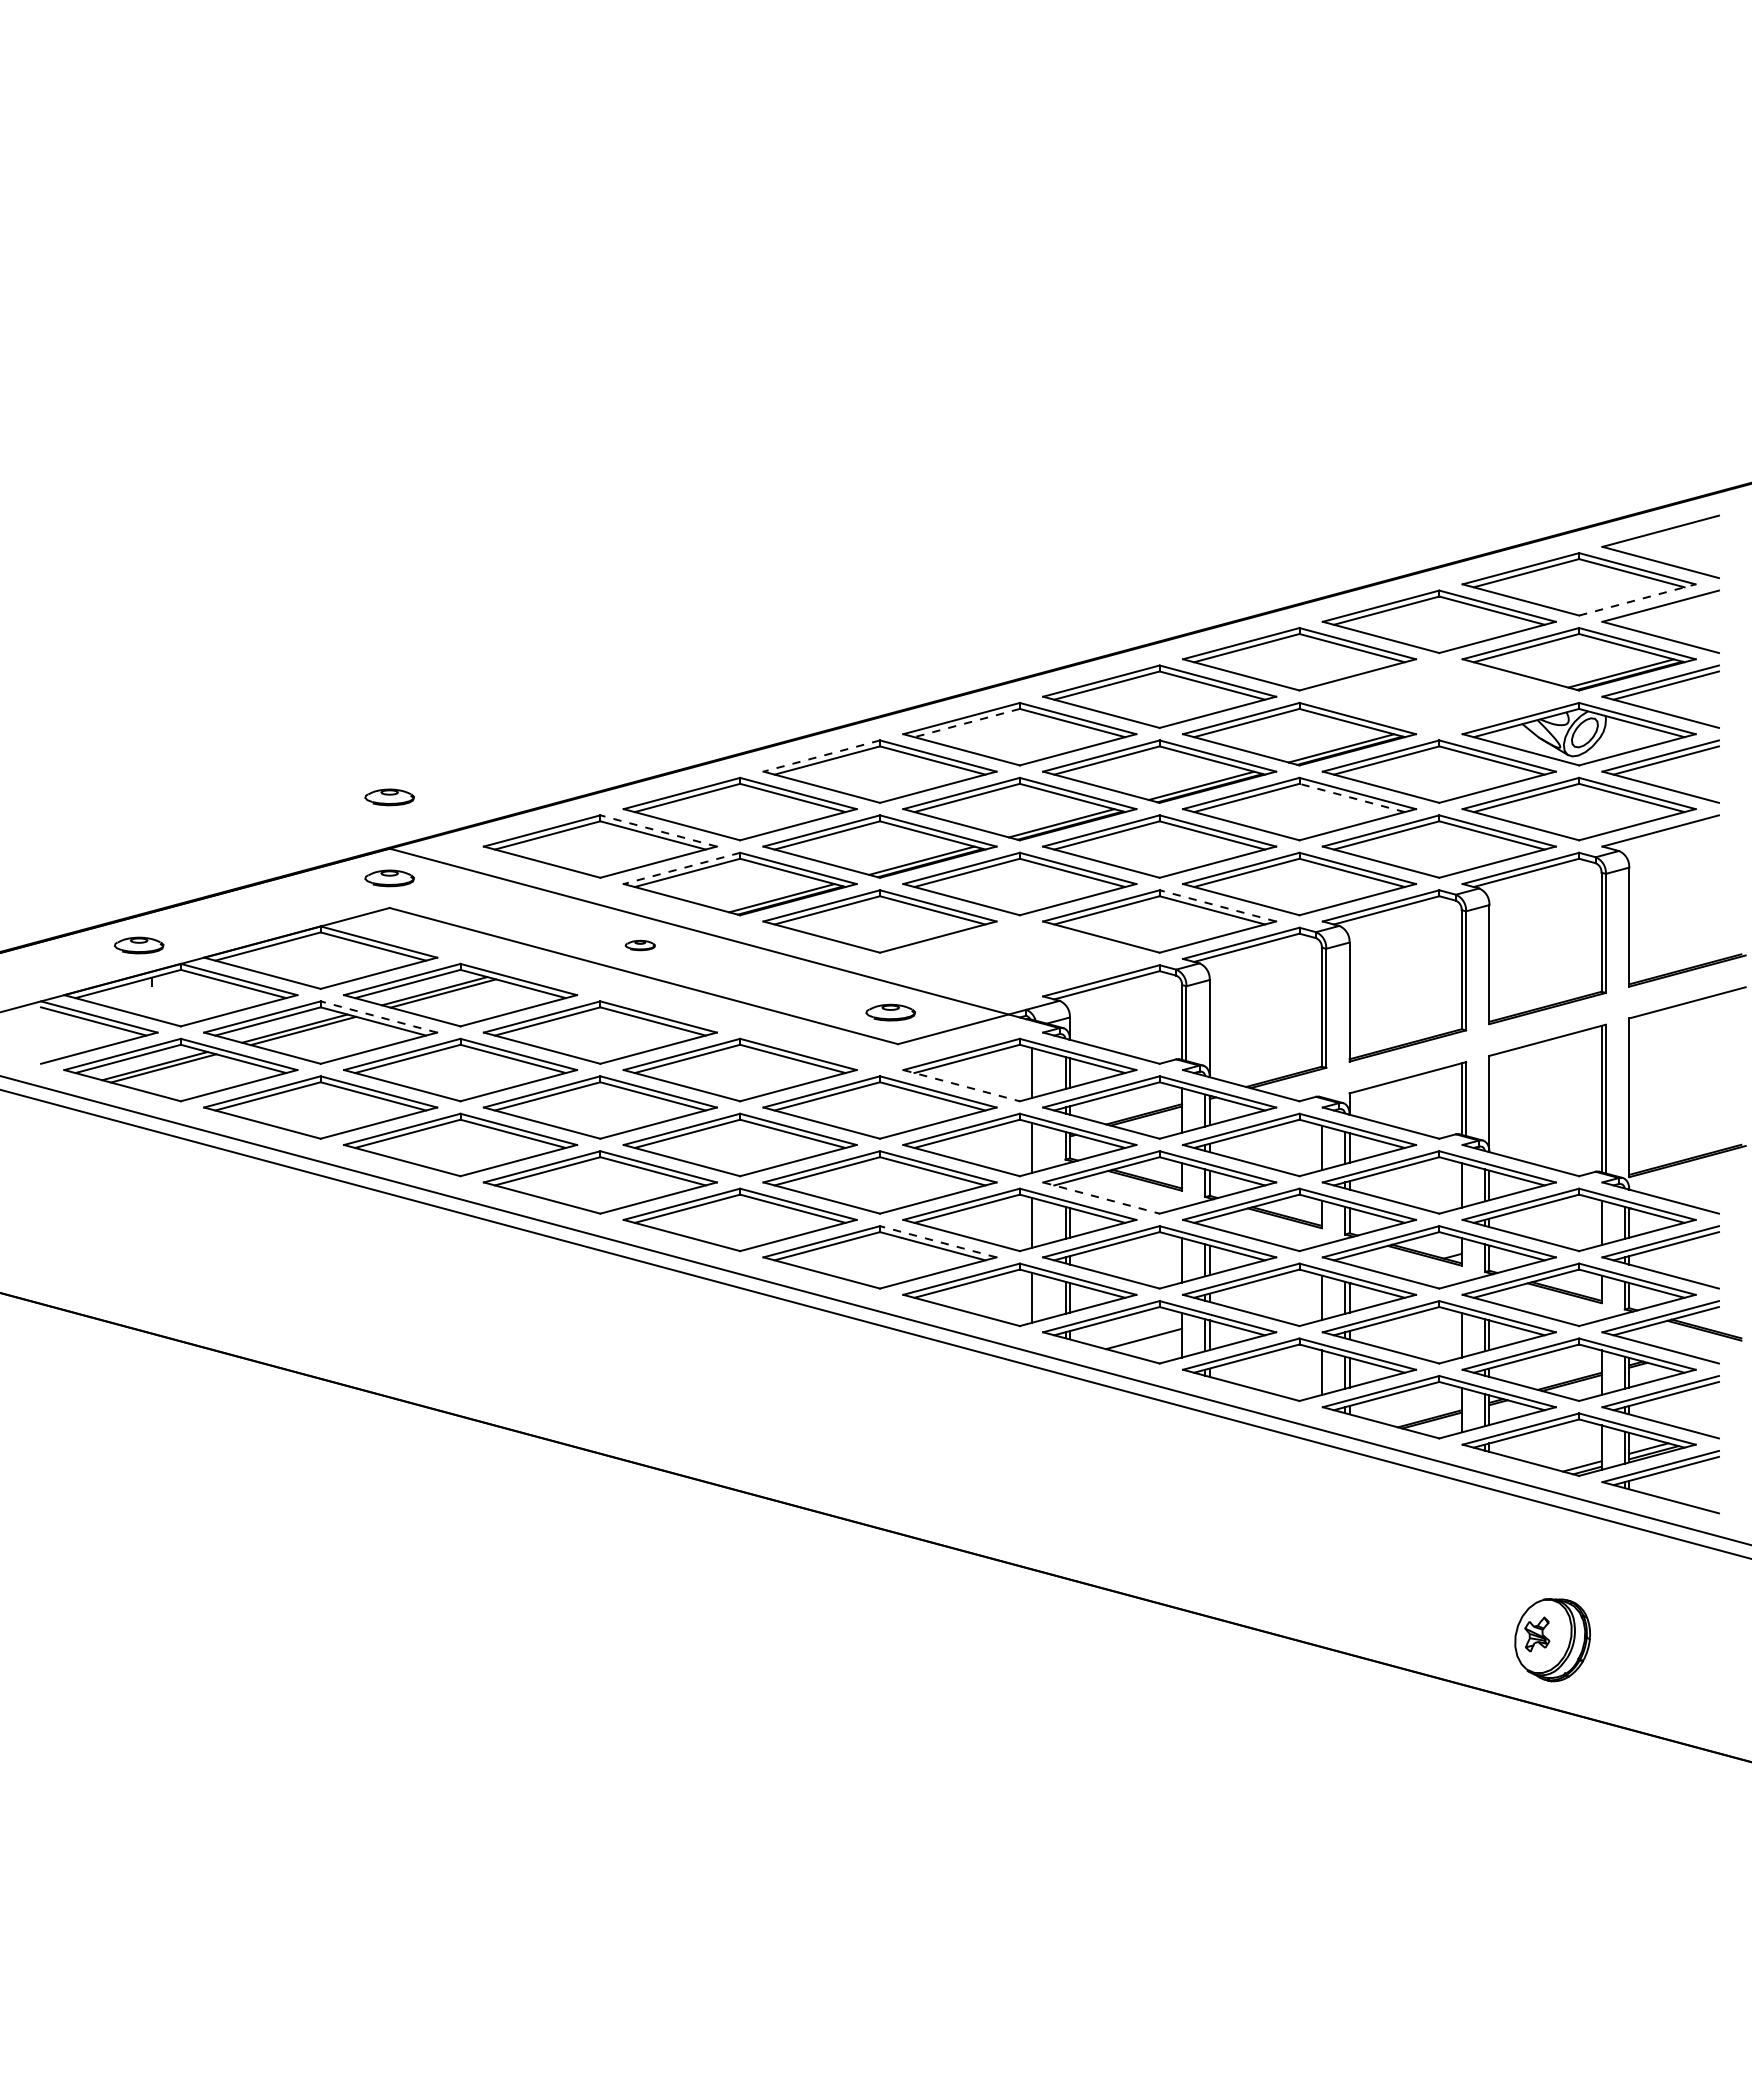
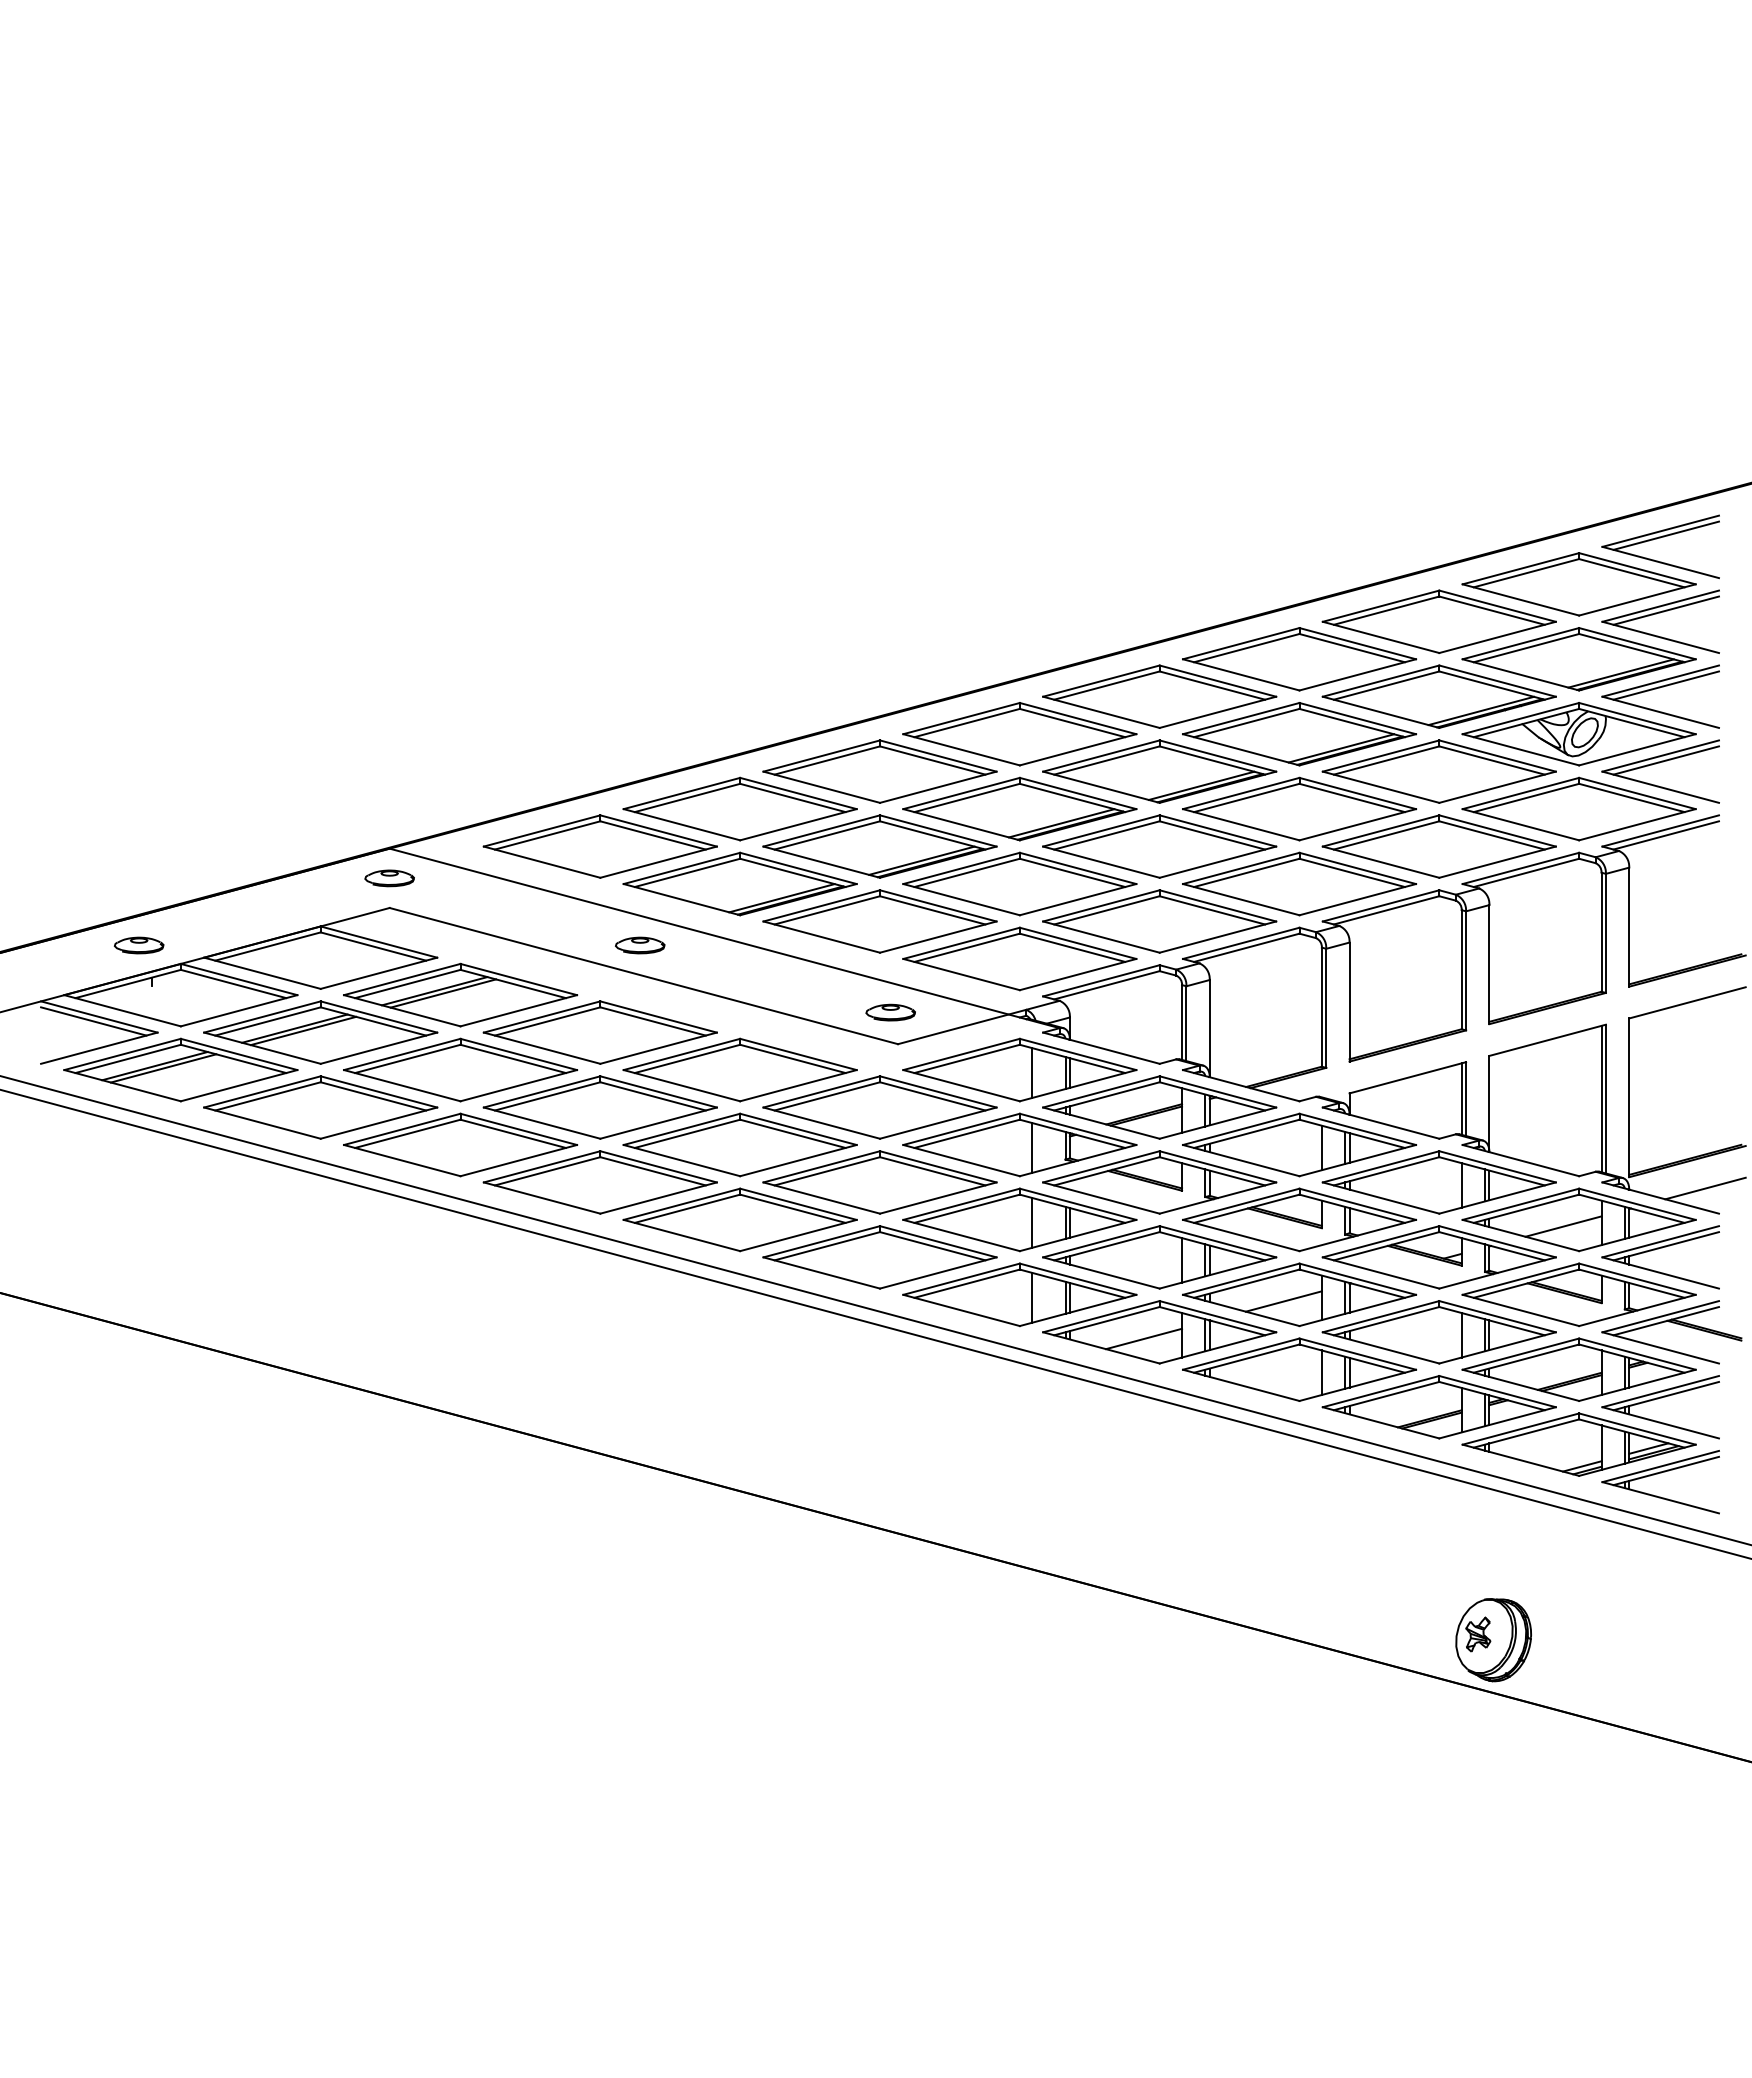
line at (1666, 535): none -> present
line at (1637, 599): dashed -> solid
line at (1666, 610): none -> present
part at (1438, 696): none -> present
line at (967, 723): dashed -> solid
line at (821, 756): dashed -> solid
part at (389, 797): present -> none
line at (1352, 797): dashed -> solid
line at (658, 830): dashed -> solid
line at (1666, 835): none -> present
line at (681, 868): dashed -> solid
line at (1217, 905): dashed -> solid
part at (639, 945) size: 32x13 px -> 51x19 px
part at (1019, 958): none -> present
line at (378, 1016): dashed -> solid
line at (962, 1085): dashed -> solid
line at (1705, 1188): none -> present
line at (1101, 1198): dashed -> solid
line at (1563, 1226): none -> present
line at (937, 1241): dashed -> solid
line at (1283, 1301): none -> present
part at (1552, 1640) position: (1552, 1640) -> (1493, 1640)
